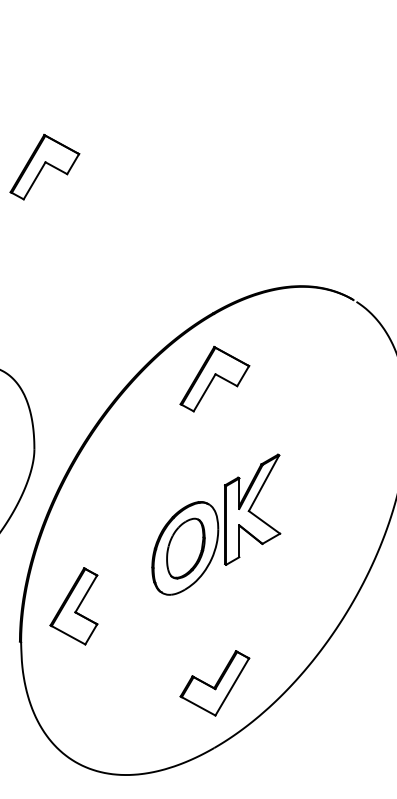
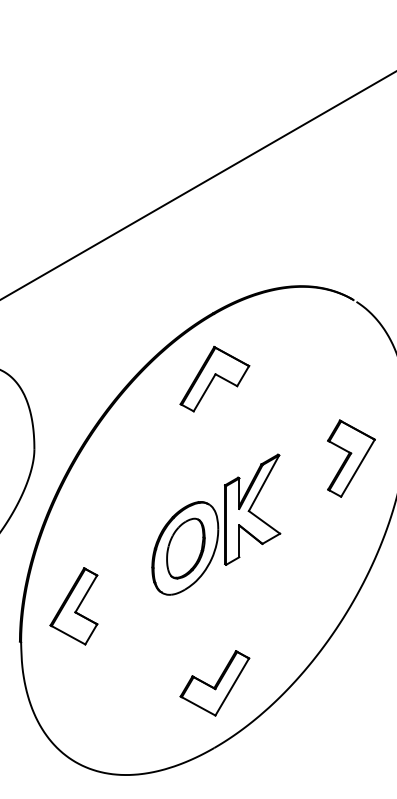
part at (44, 167): present -> none
line at (197, 185): none -> present
part at (351, 458): none -> present
